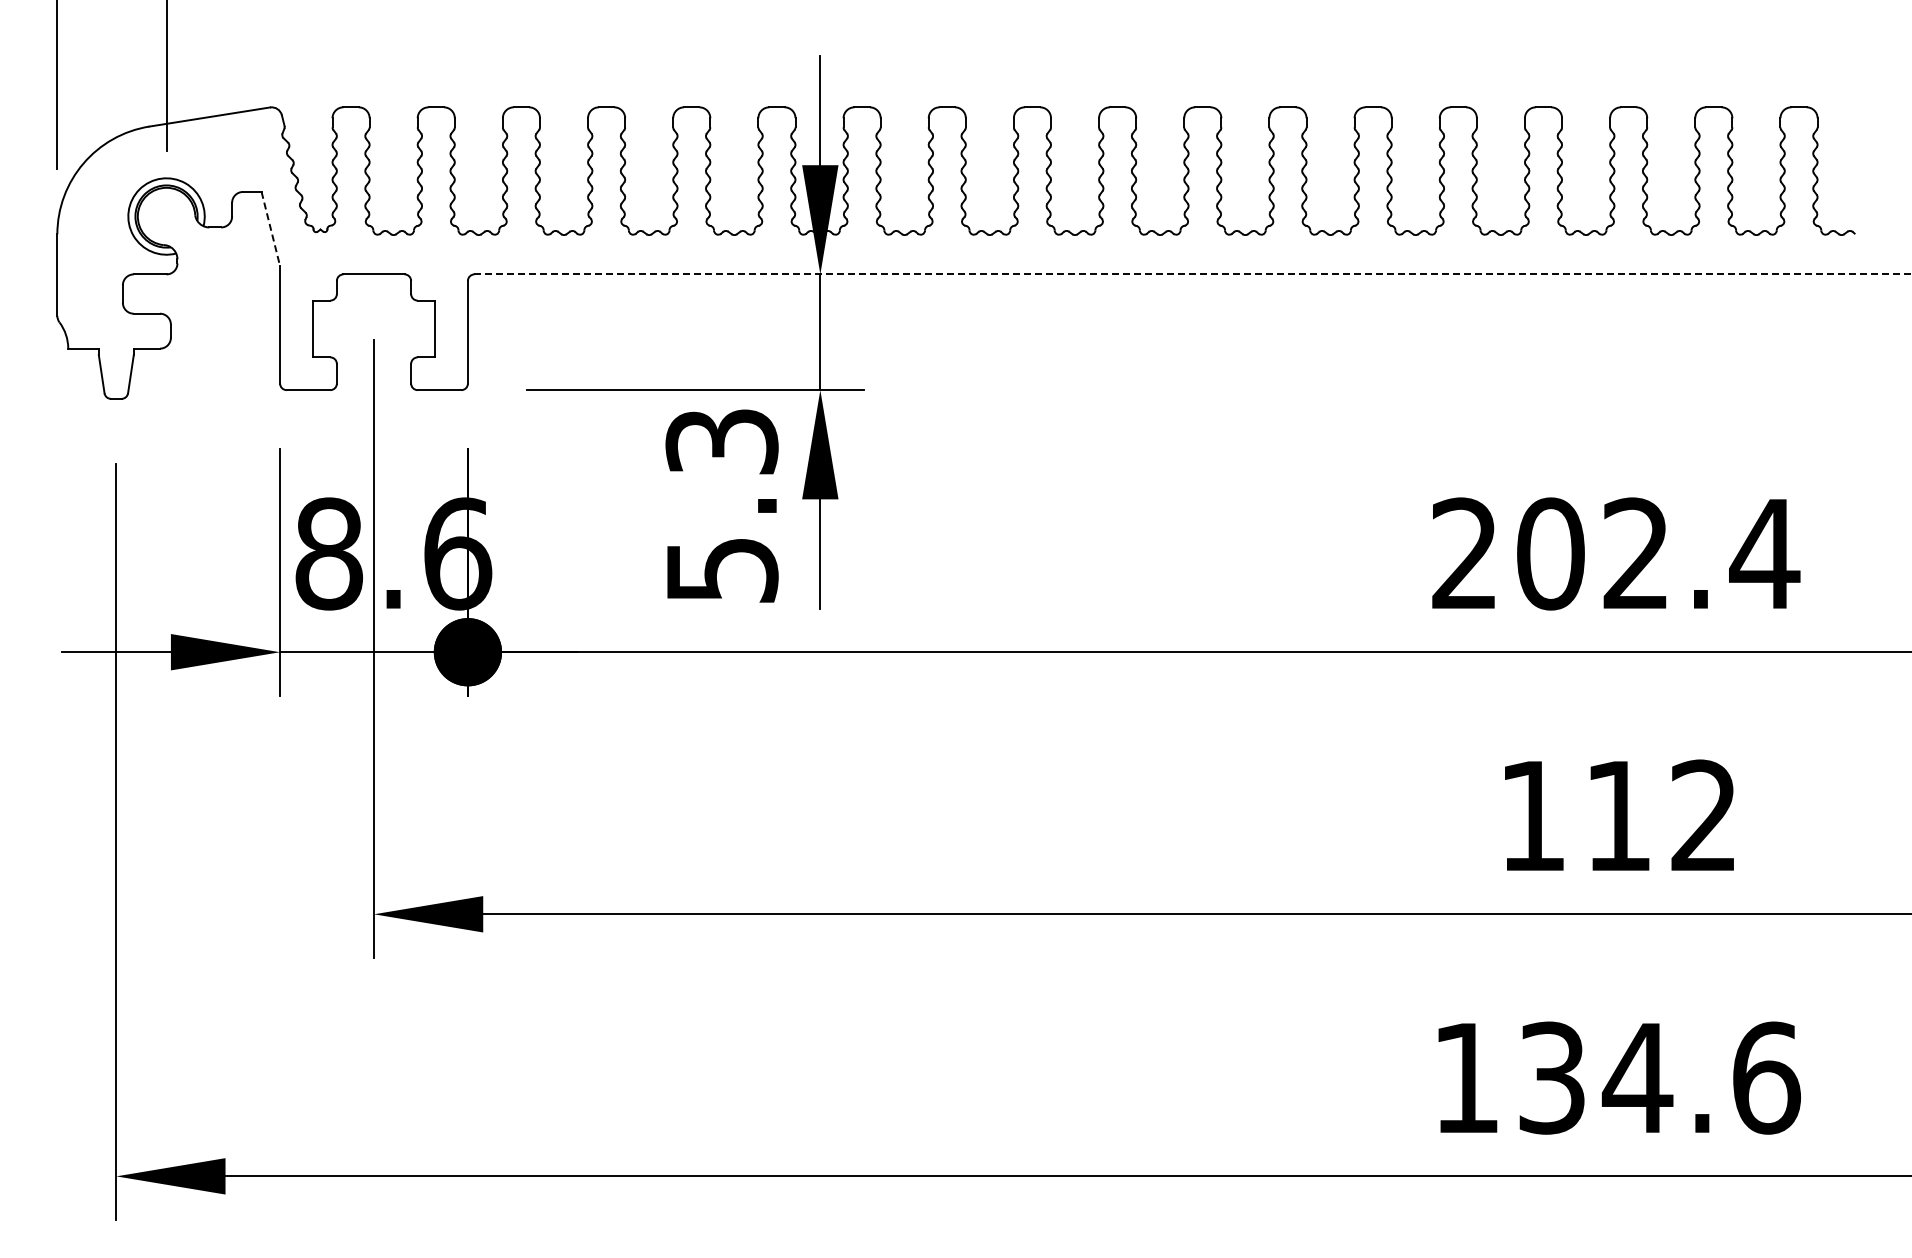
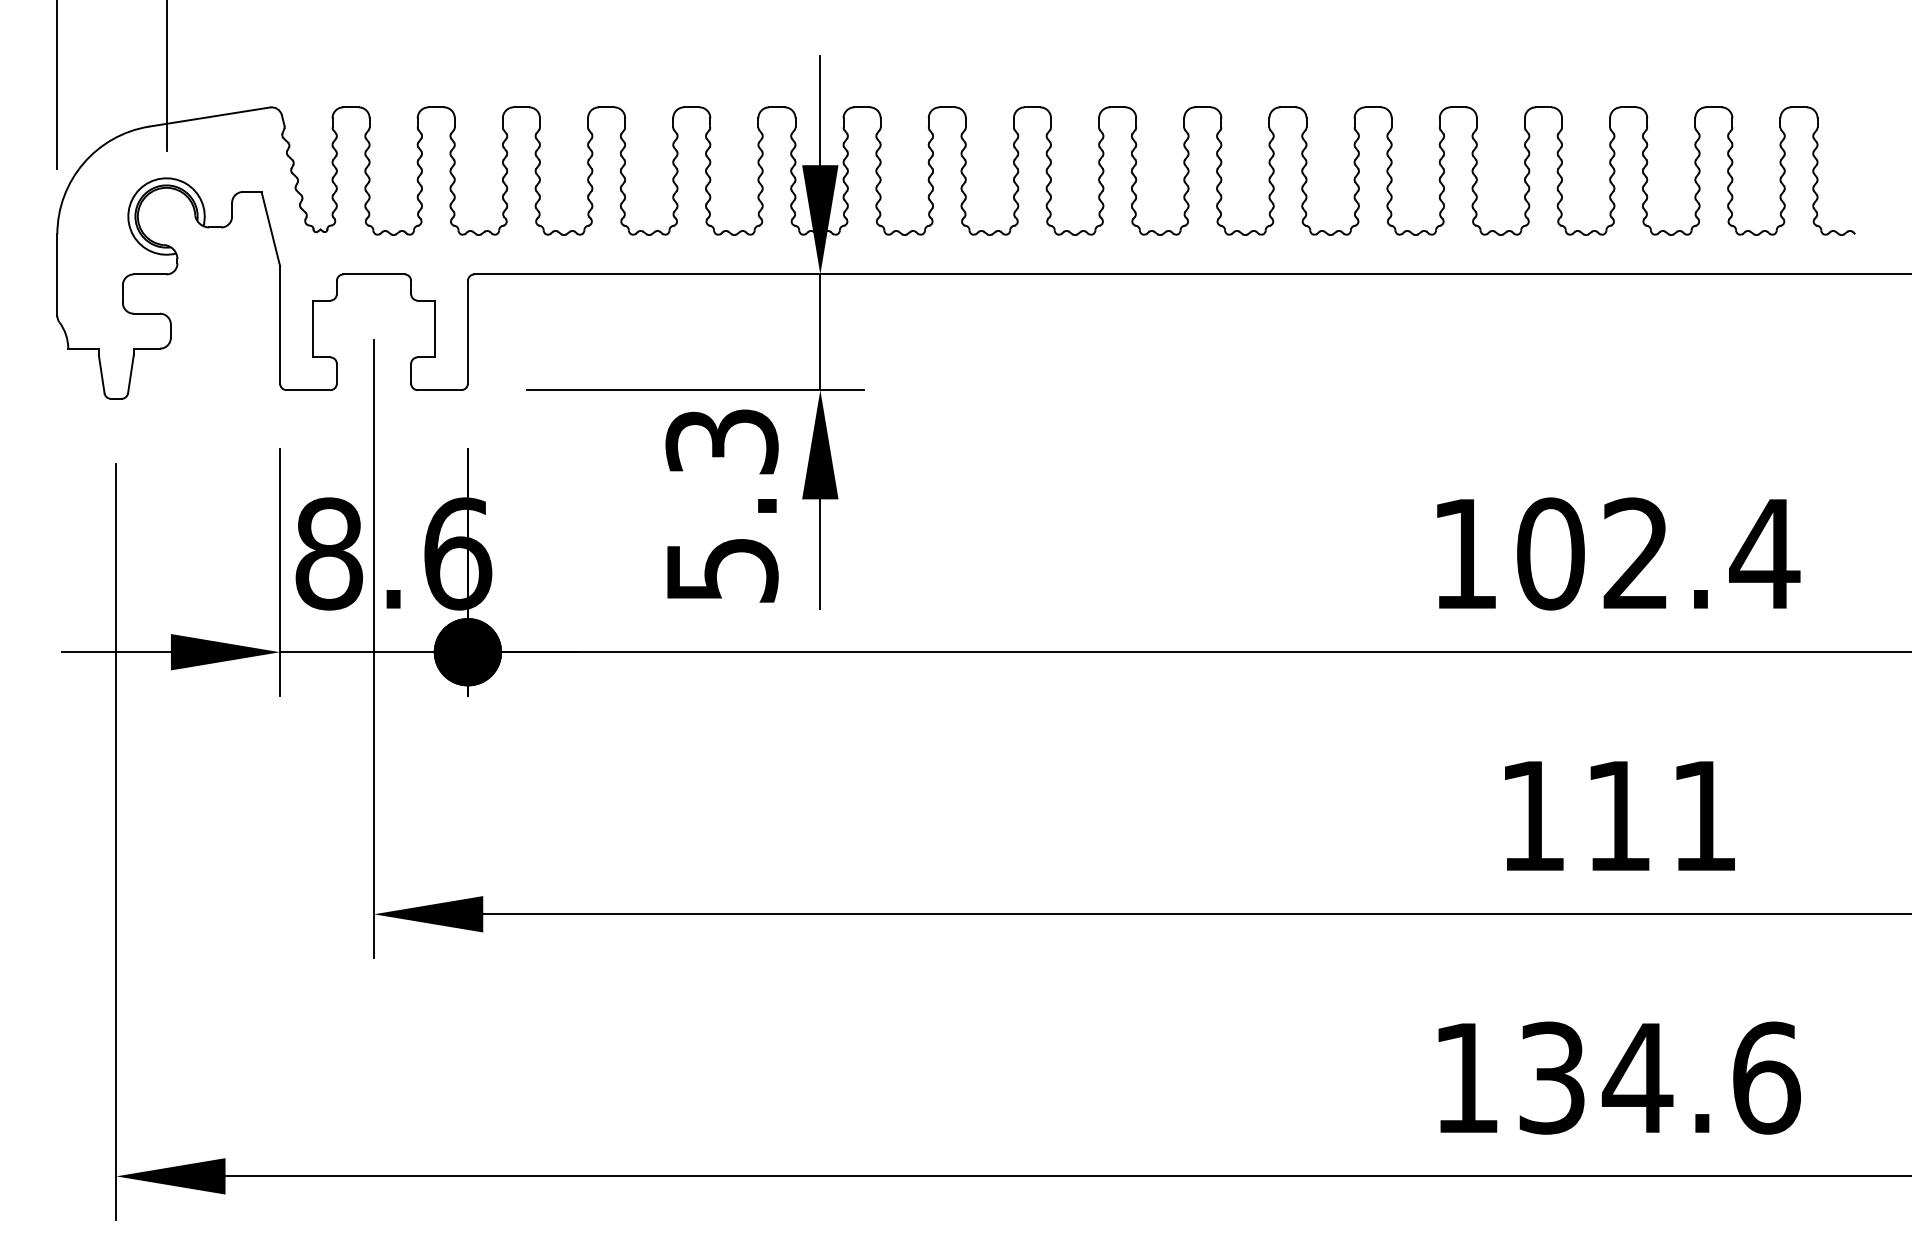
line at (270, 229): dashed -> solid
line at (1193, 274): dashed -> solid
text at (1463, 552): 202.4 -> 102.4
text at (1702, 814): 112 -> 111
